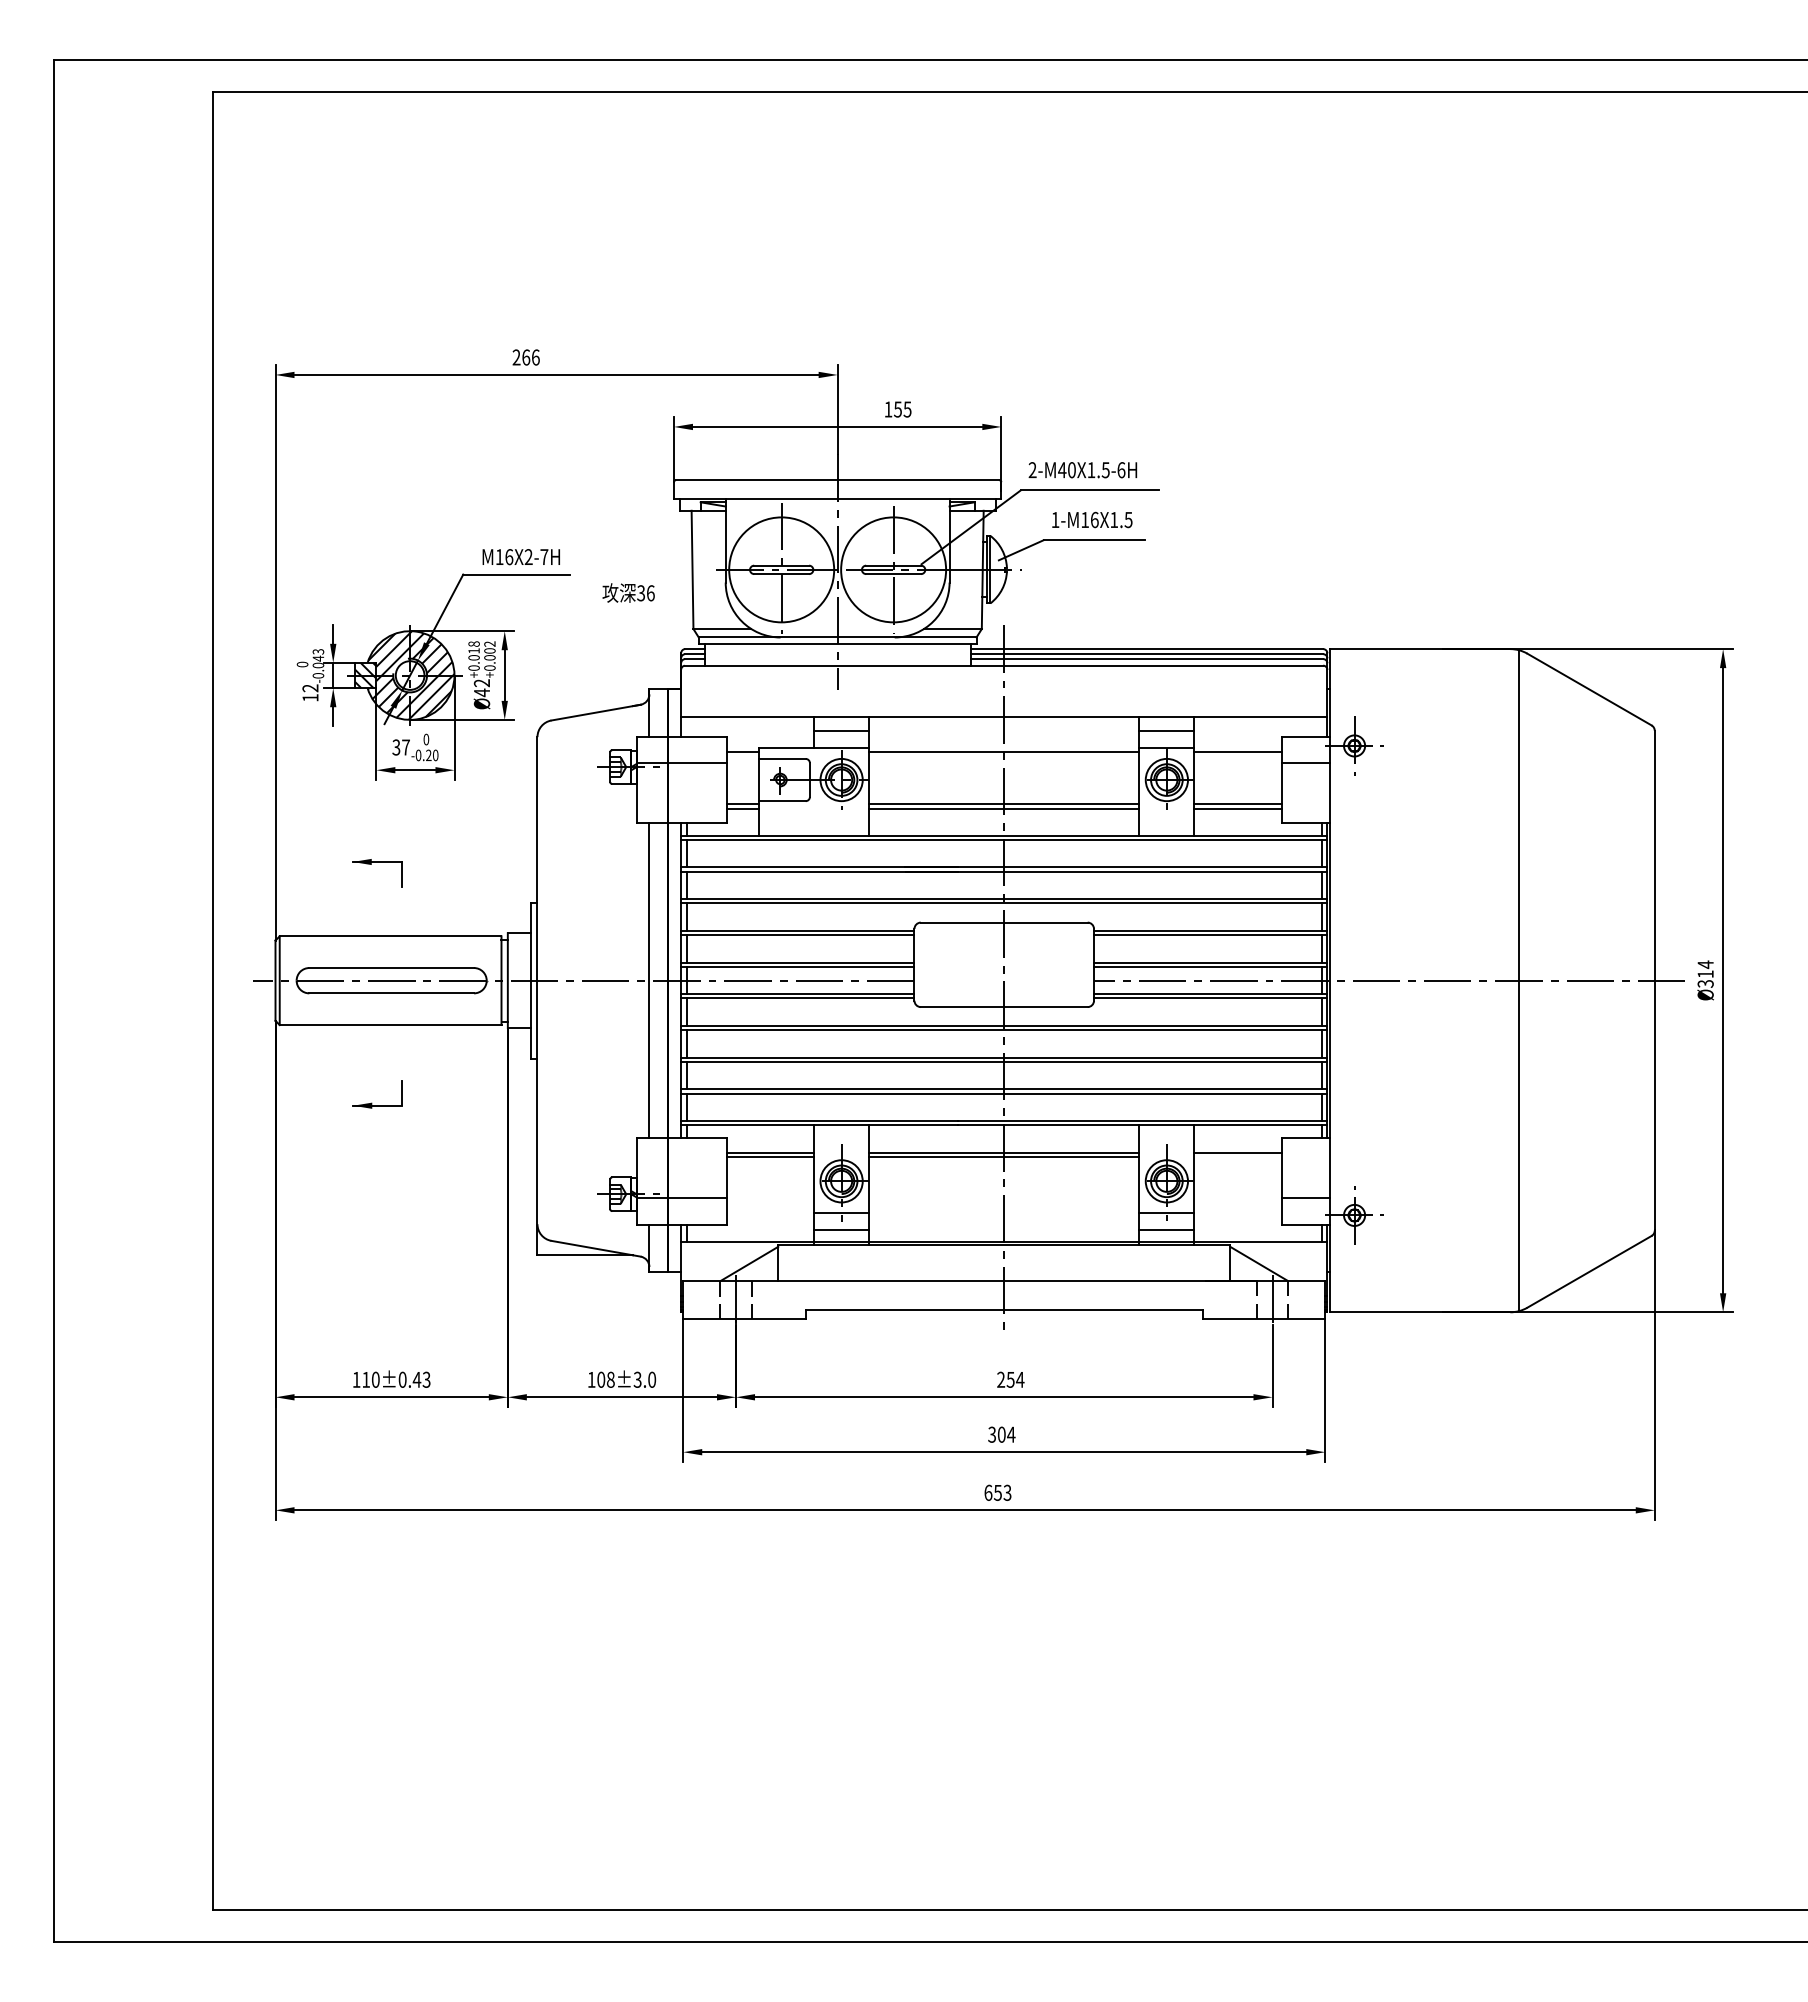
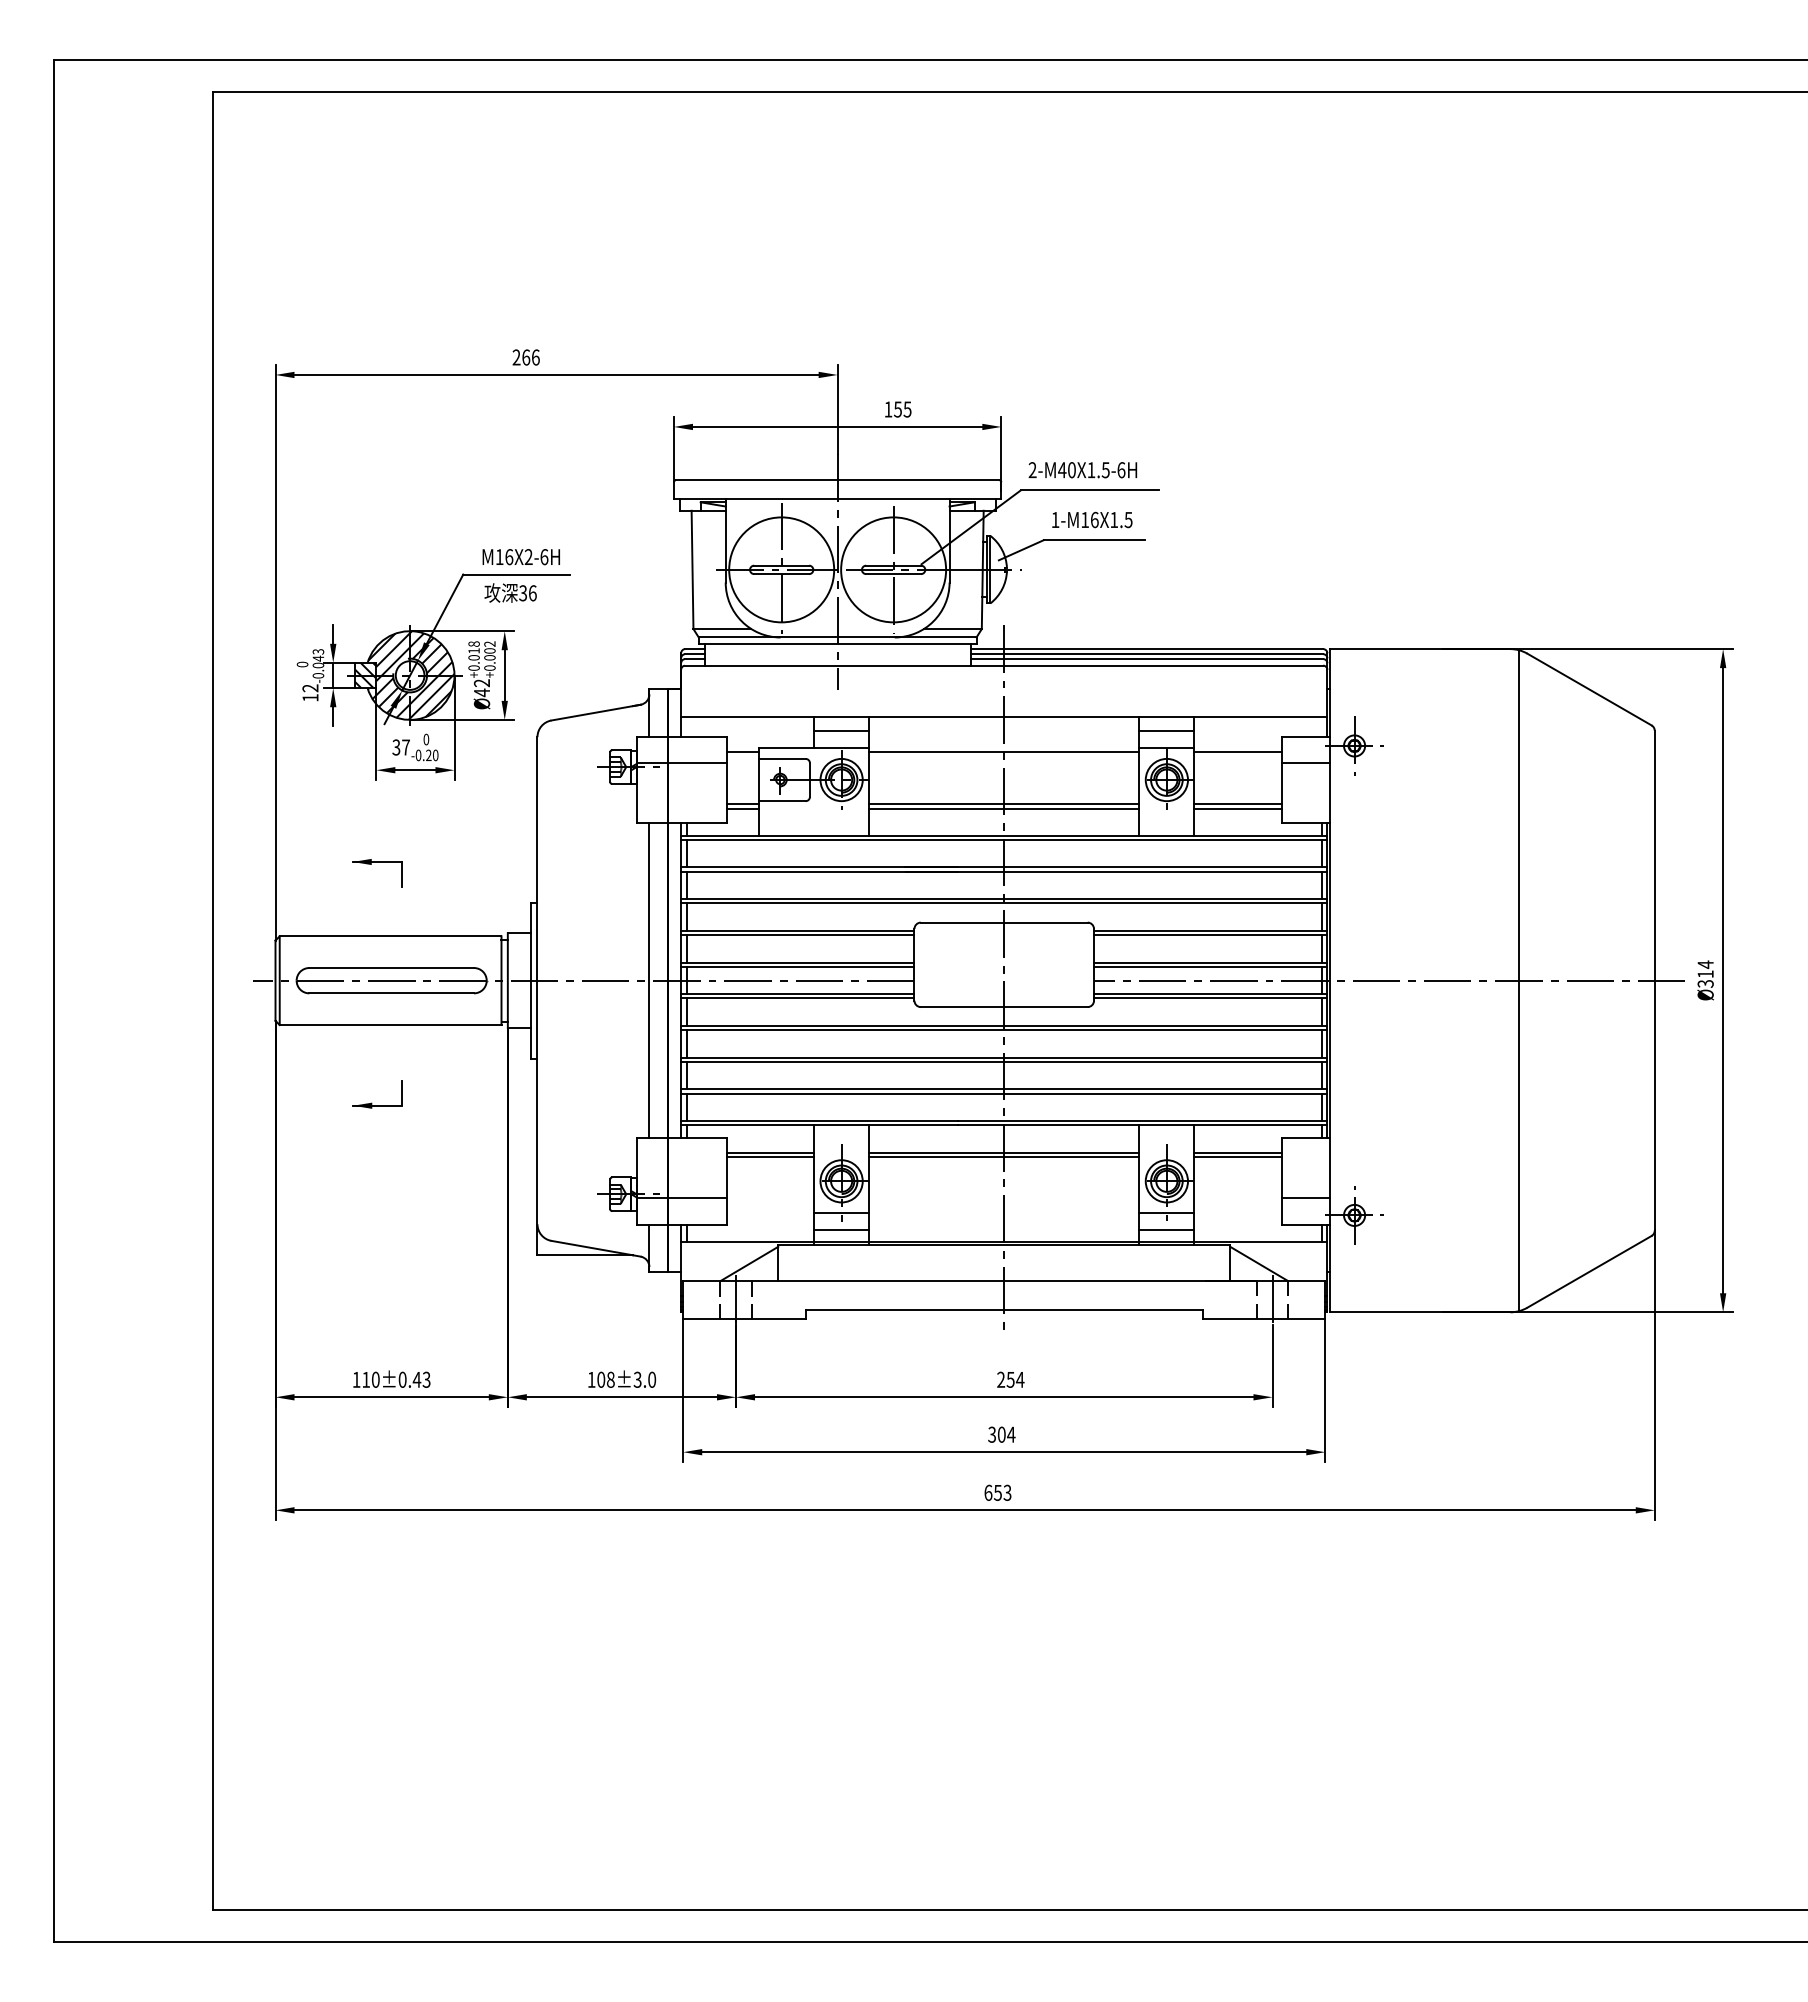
text at (544, 557): M16X2-7H -> M16X2-6H
text at (628, 592) position: (628, 592) -> (510, 592)
line at (1237, 1157): none -> present
